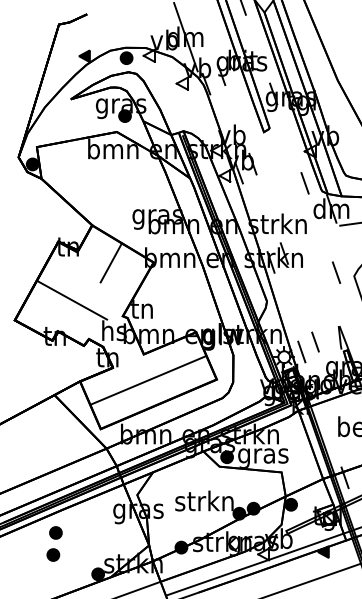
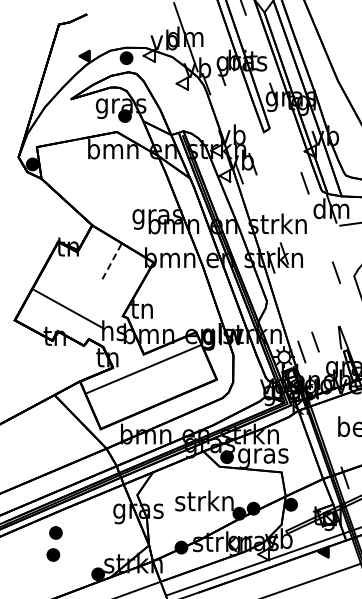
line at (111, 263): solid -> dashed
line at (72, 300) position: (72, 300) -> (67, 308)
line at (148, 380) position: (148, 380) -> (143, 369)
